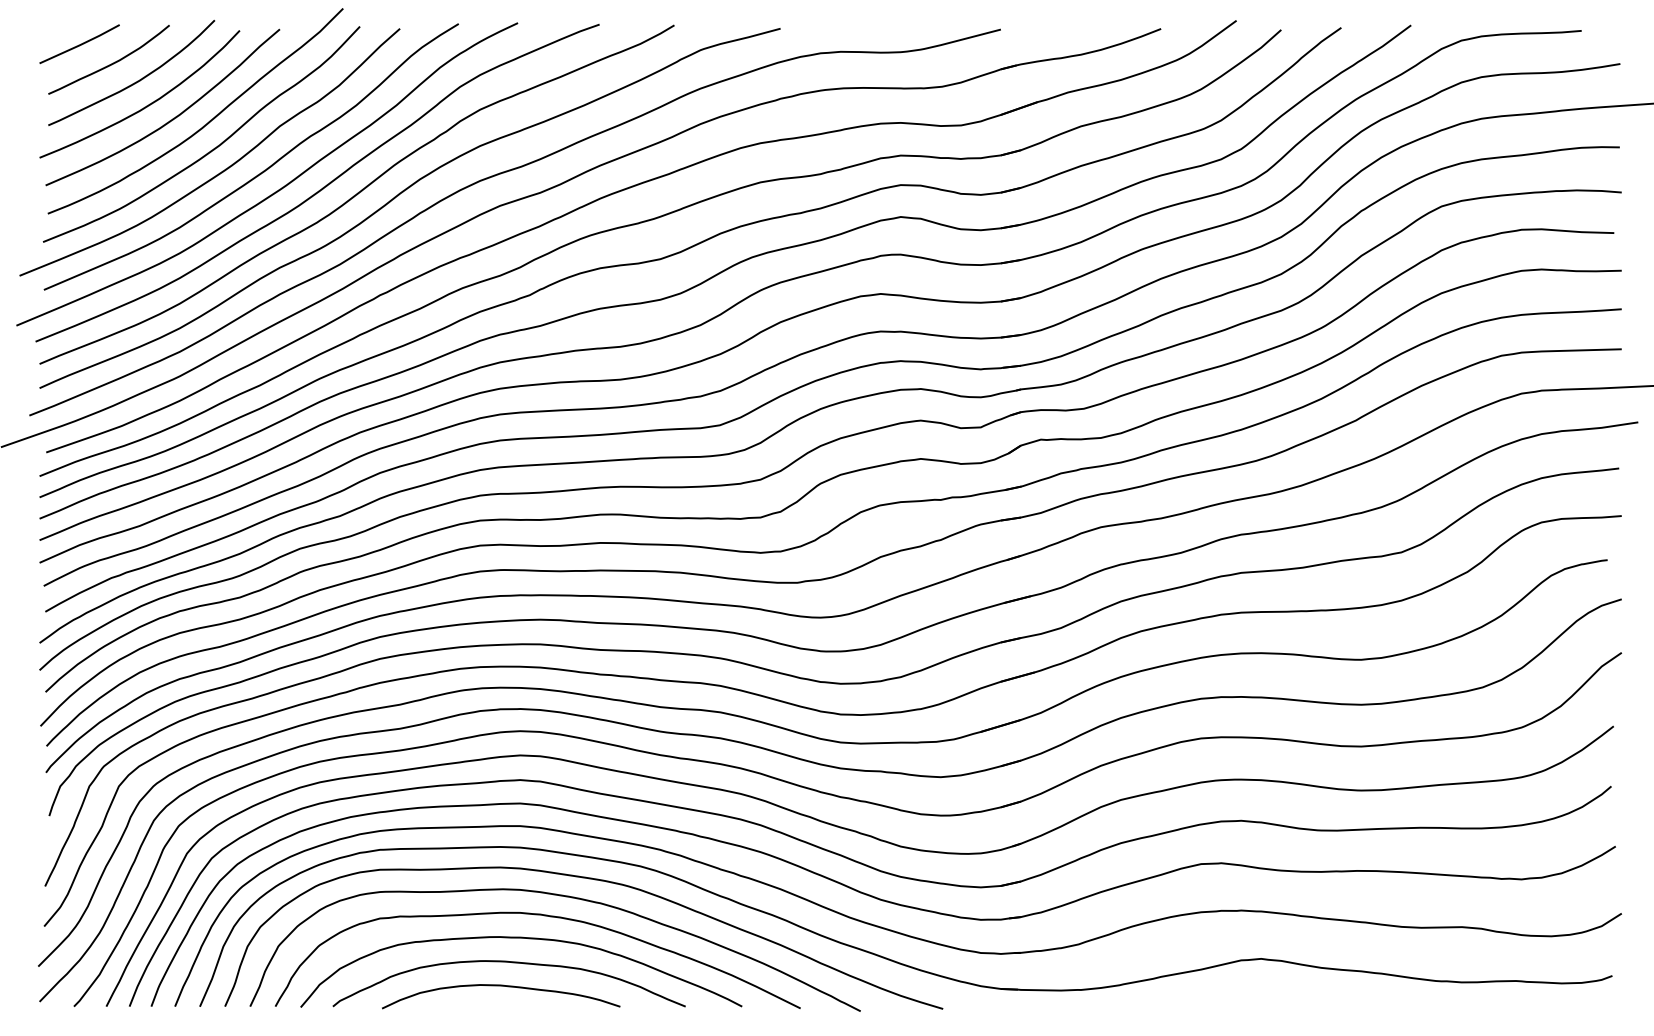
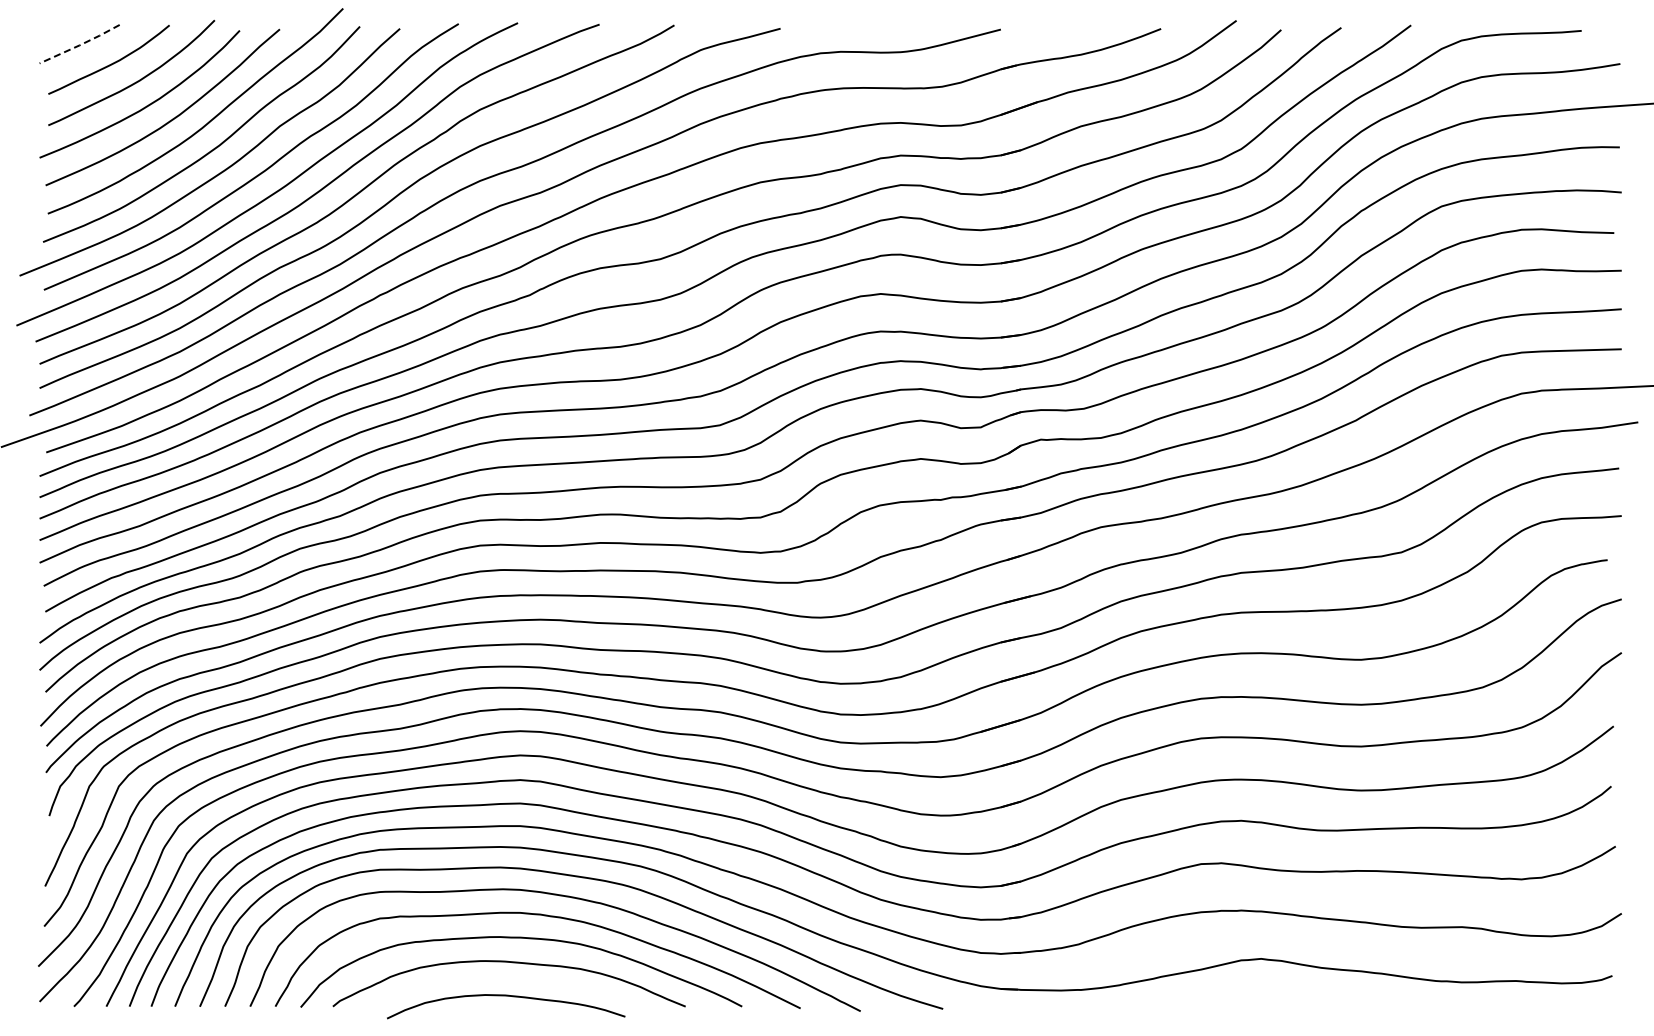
line at (79, 45): solid -> dashed
curve at (501, 986) position: (501, 986) -> (506, 996)
